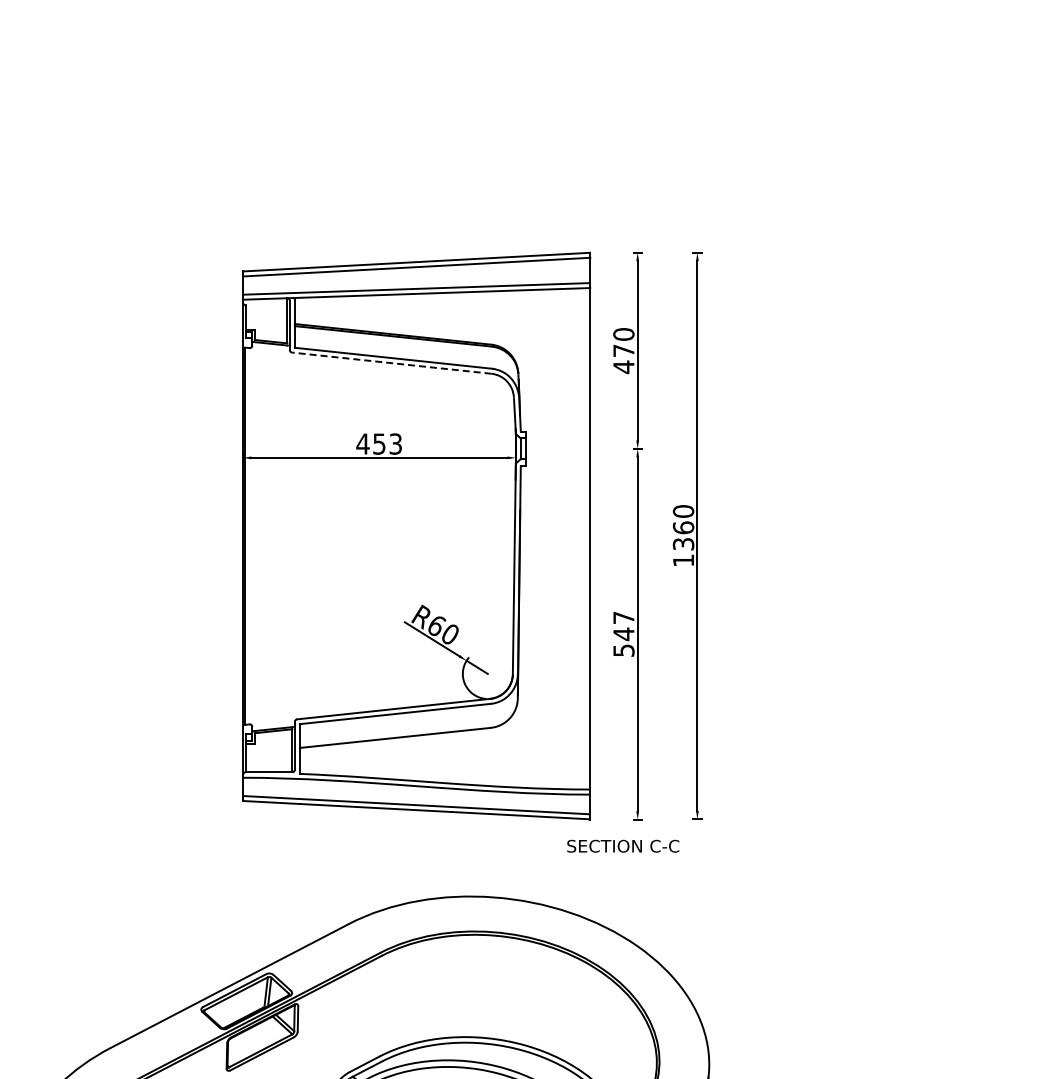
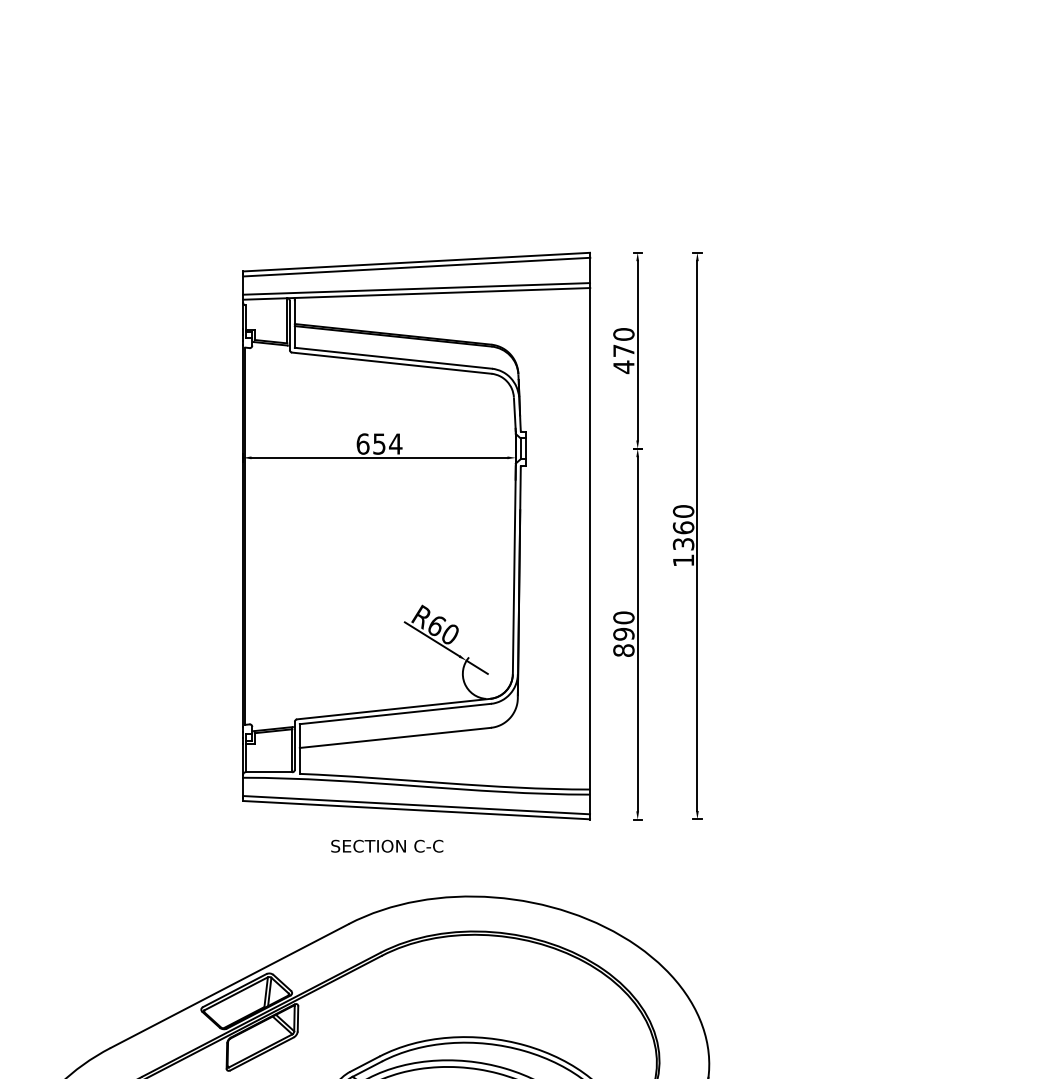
line at (391, 363): dashed -> solid
text at (379, 443): 453 -> 654
text at (623, 633): 547 -> 890
text at (623, 845) position: (623, 845) -> (387, 845)
